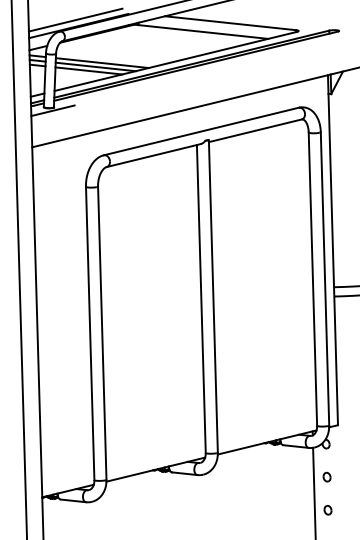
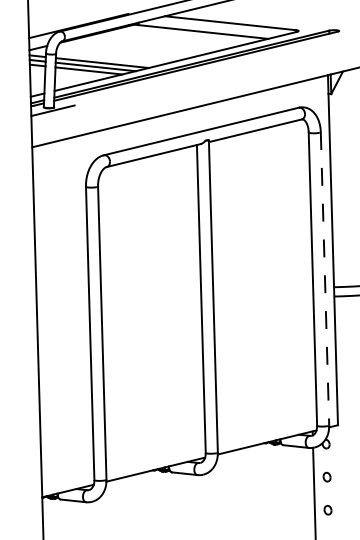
line at (75, 19): present -> none
line at (18, 269): present -> none
line at (324, 278): solid -> dashed
